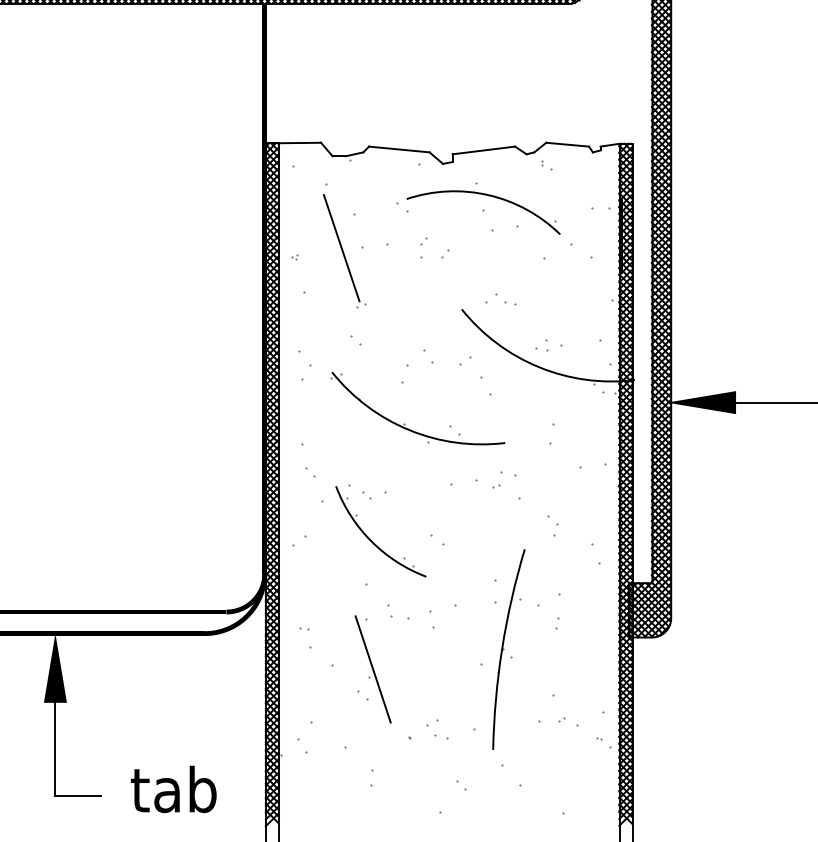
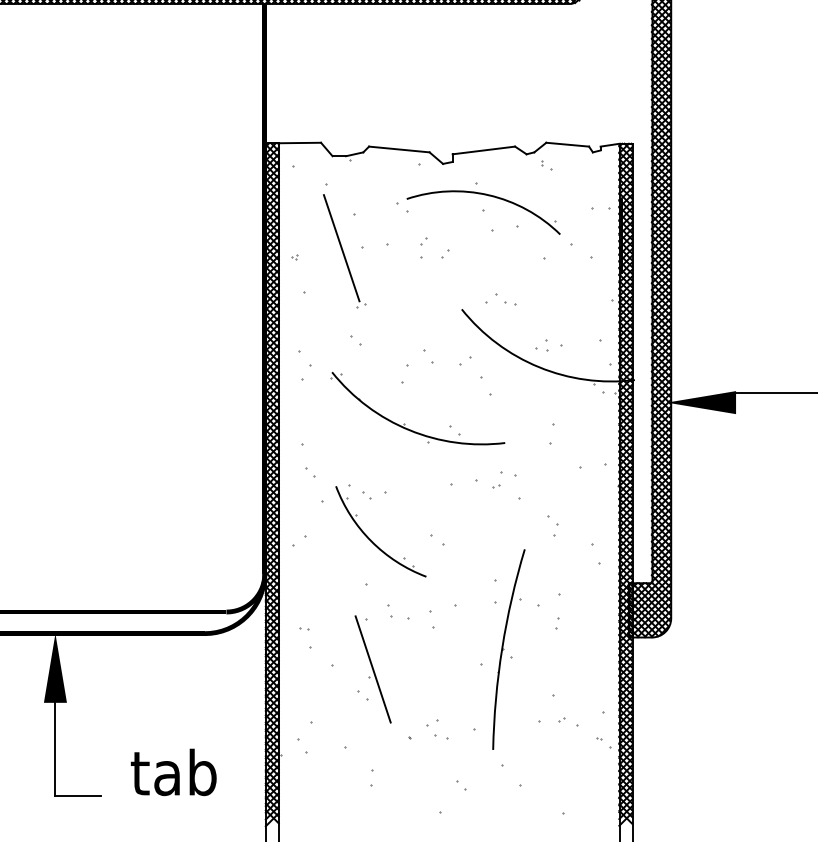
line at (775, 402) position: (775, 402) -> (775, 392)
text at (173, 789) position: (173, 789) -> (173, 772)
